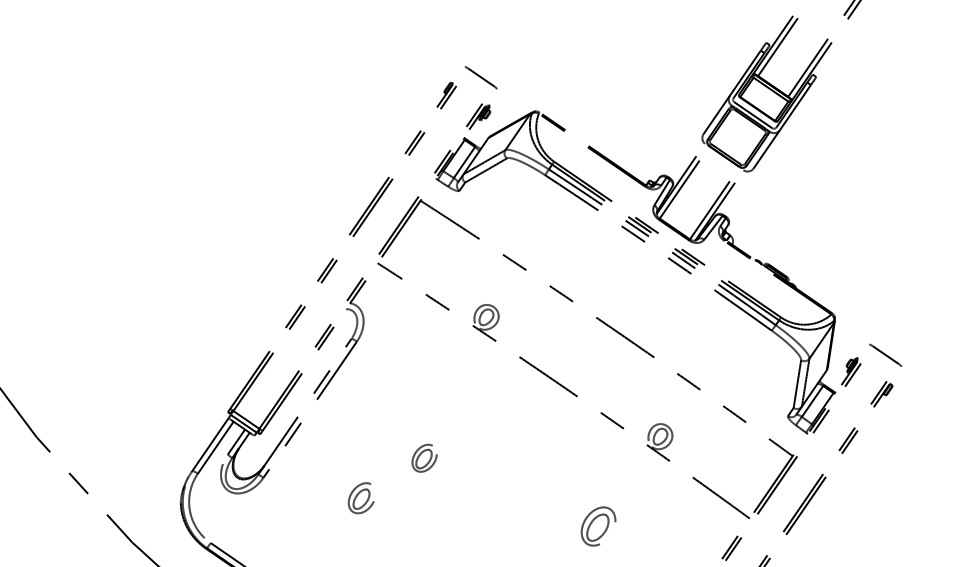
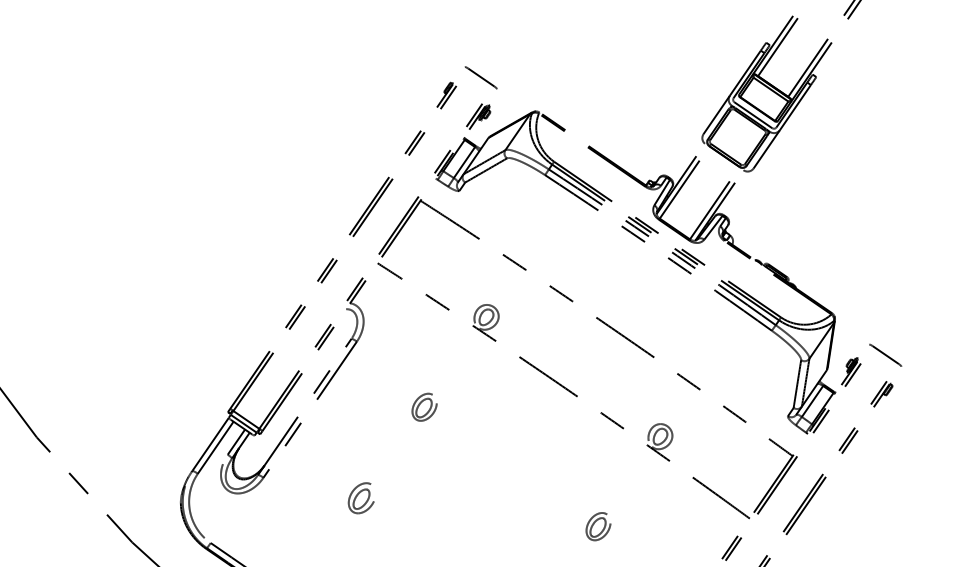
part at (424, 457) position: (424, 457) -> (424, 406)
part at (598, 526) size: 37x41 px -> 27x30 px
